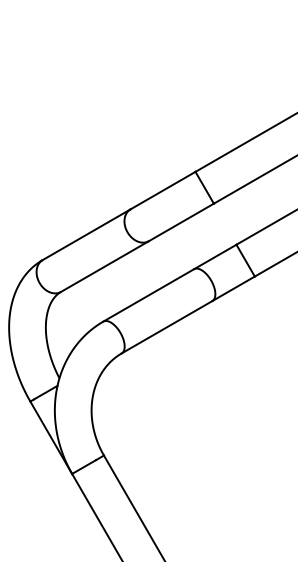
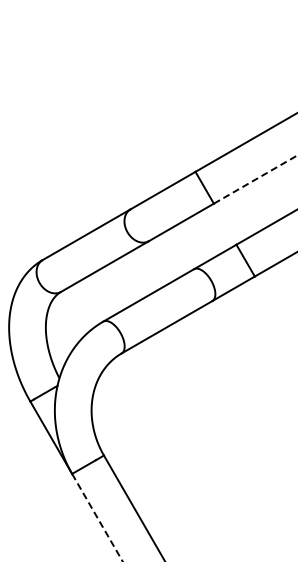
line at (256, 179): solid -> dashed
line at (97, 518): solid -> dashed
